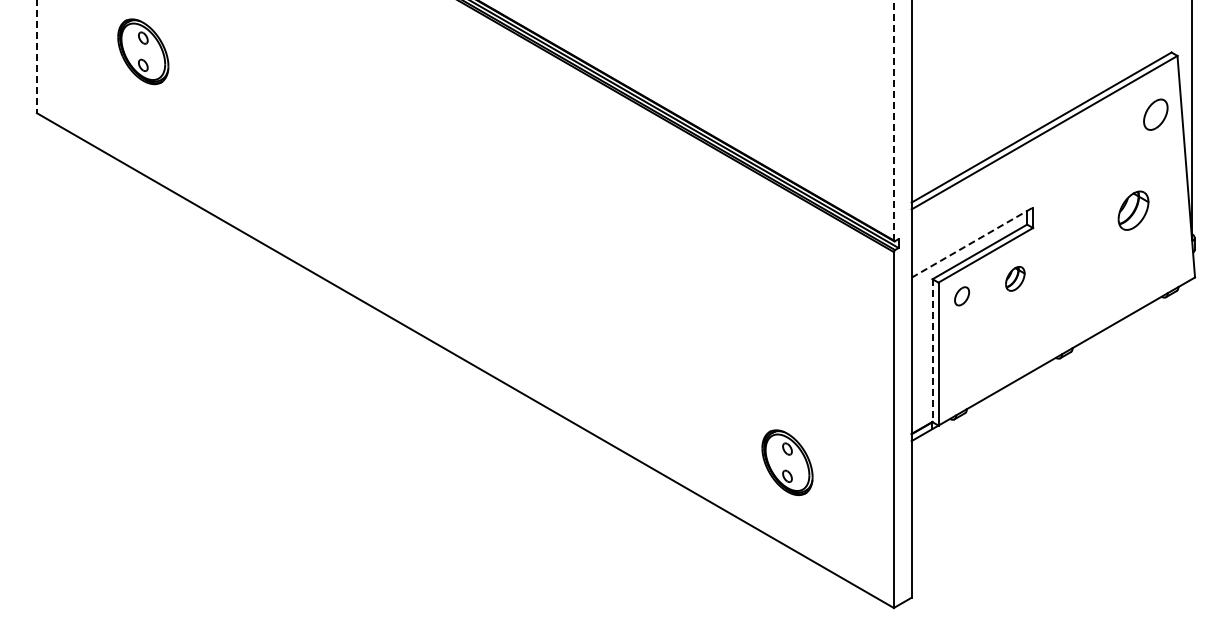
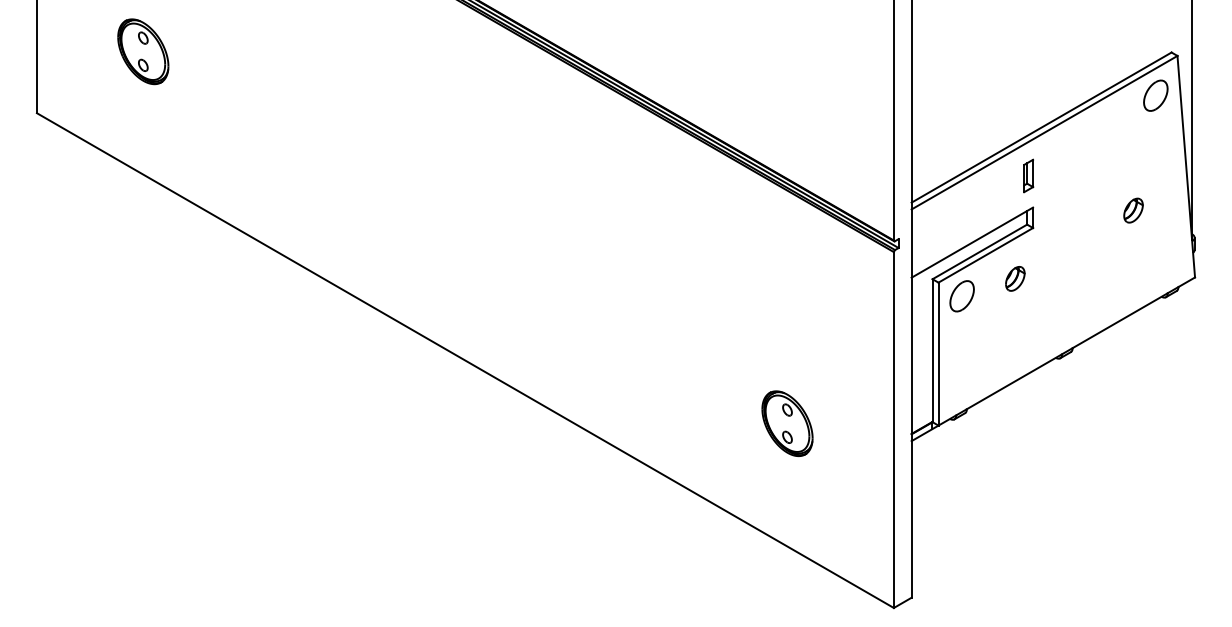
line at (36, 57): dashed -> solid
part at (1155, 114) position: (1155, 114) -> (1155, 95)
line at (893, 120): dashed -> solid
part at (1028, 175): none -> present
part at (1133, 210) size: 33x41 px -> 21x27 px
line at (972, 242): dashed -> solid
part at (962, 296) size: 17x21 px -> 26x33 px
line at (932, 351): dashed -> solid
part at (787, 462) position: (787, 462) -> (787, 423)
